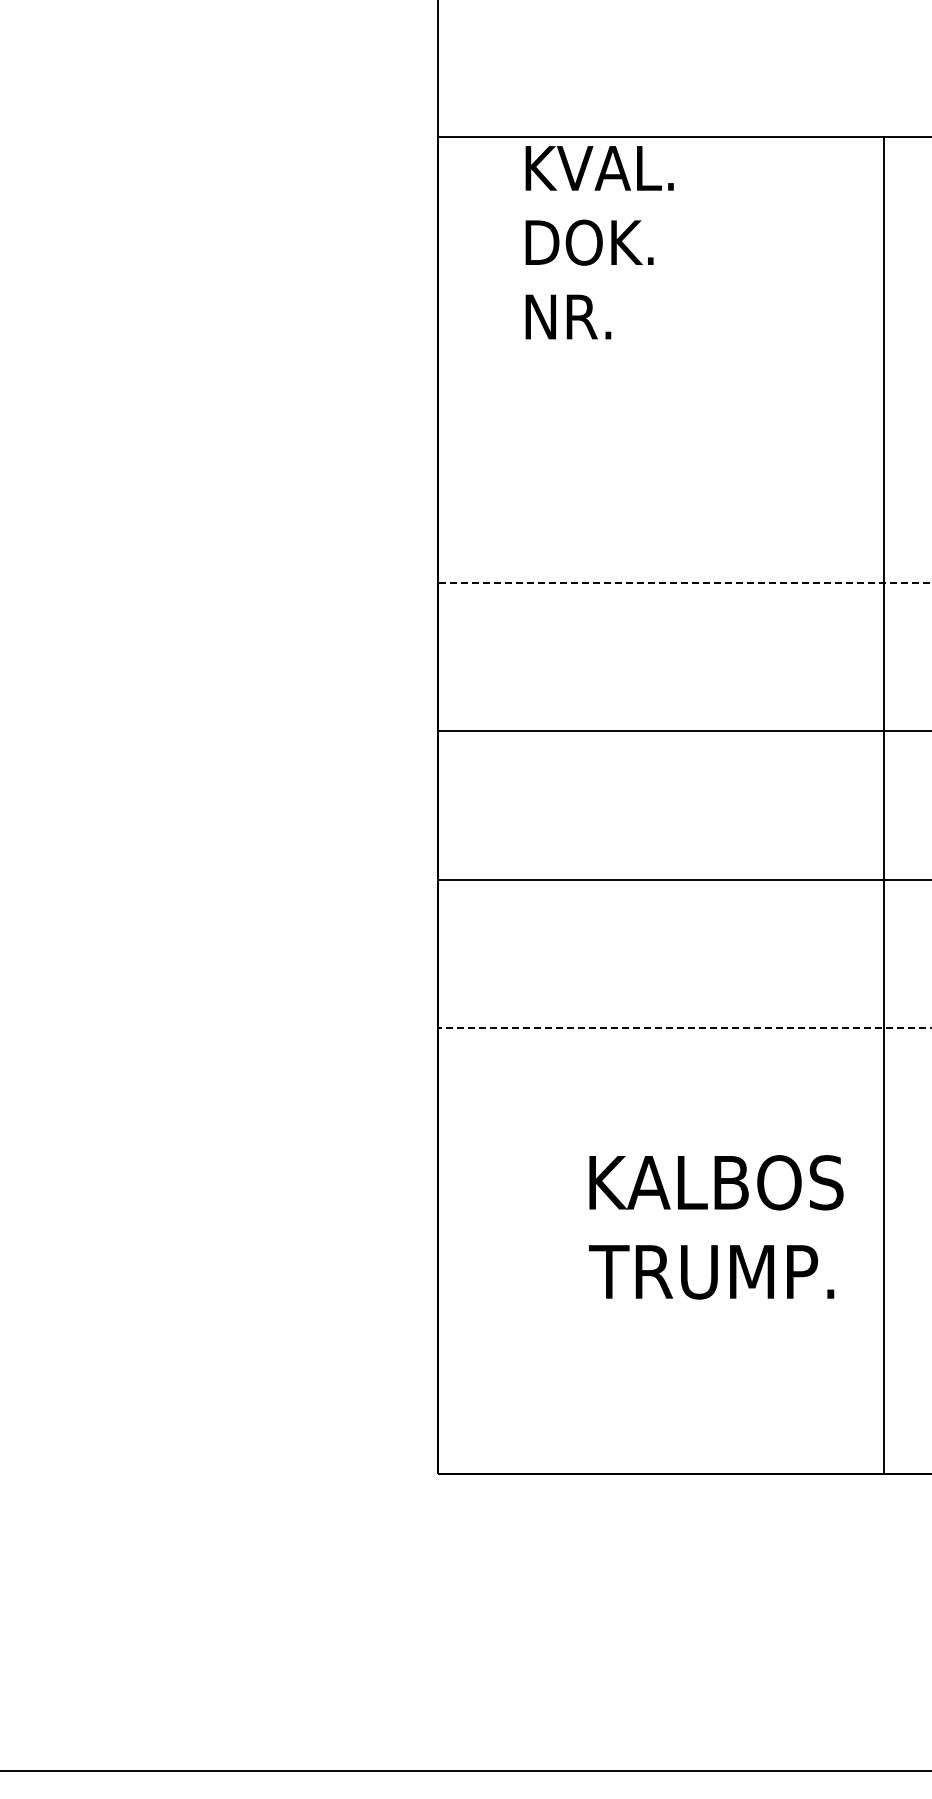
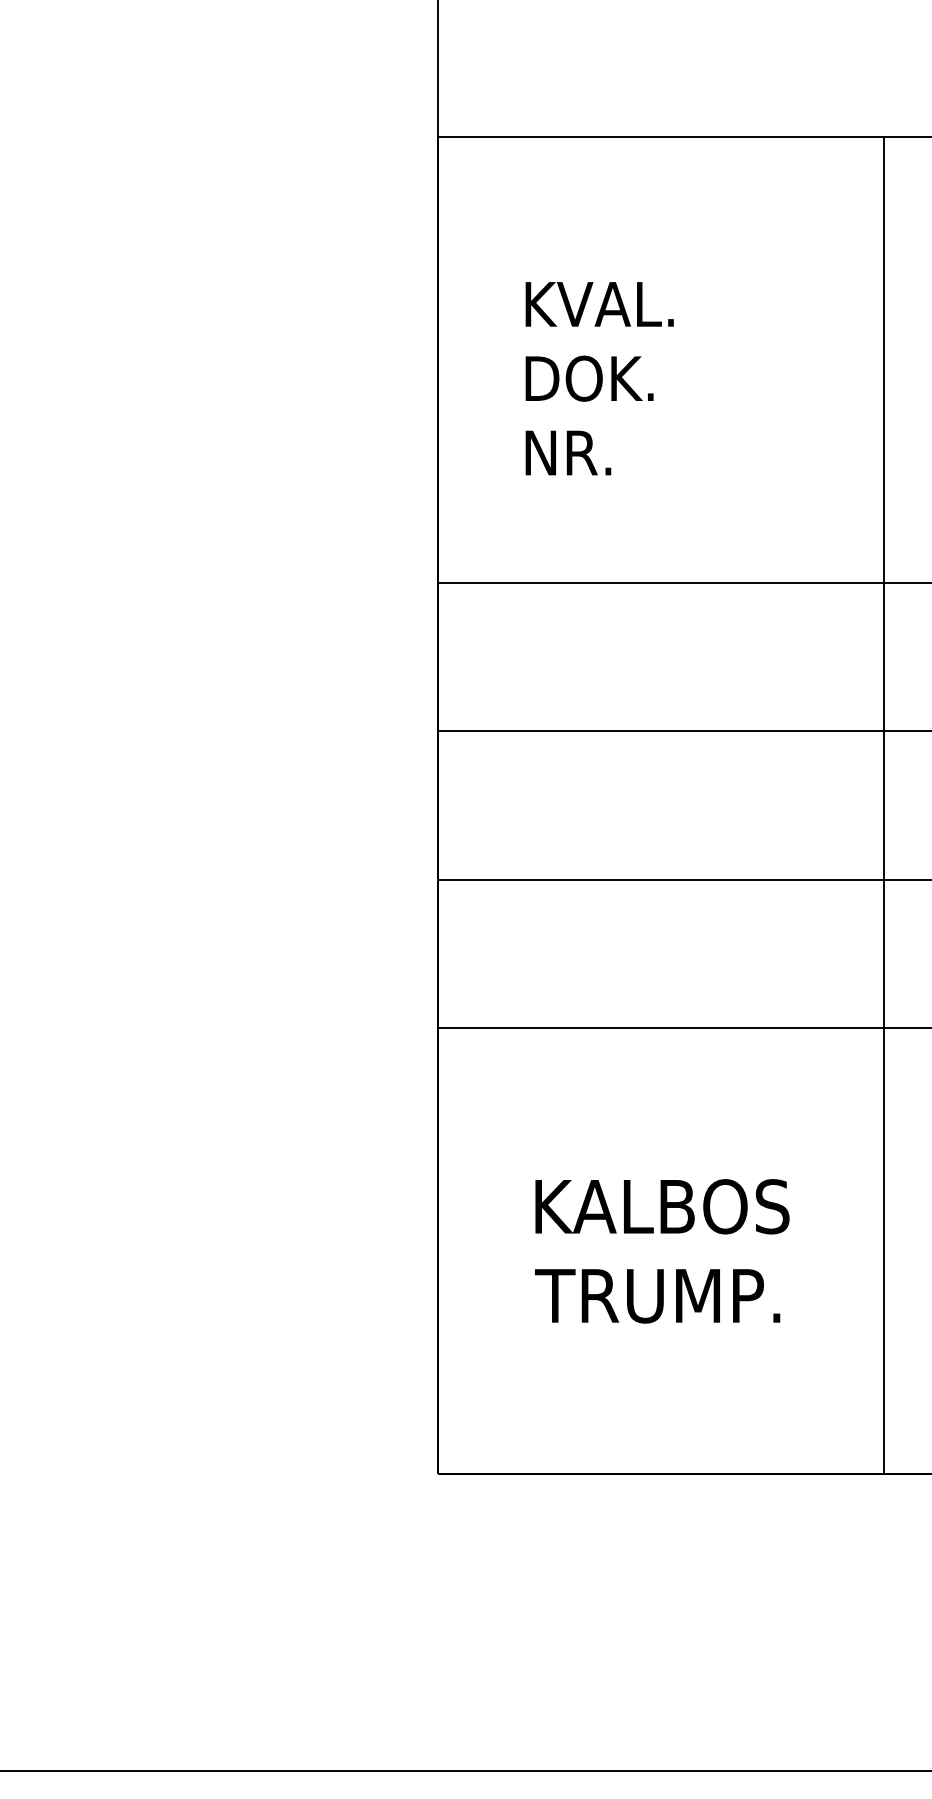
text at (599, 242) position: (599, 242) -> (599, 378)
line at (684, 582): dashed -> solid
line at (684, 1028): dashed -> solid
text at (716, 1227) position: (716, 1227) -> (662, 1251)
